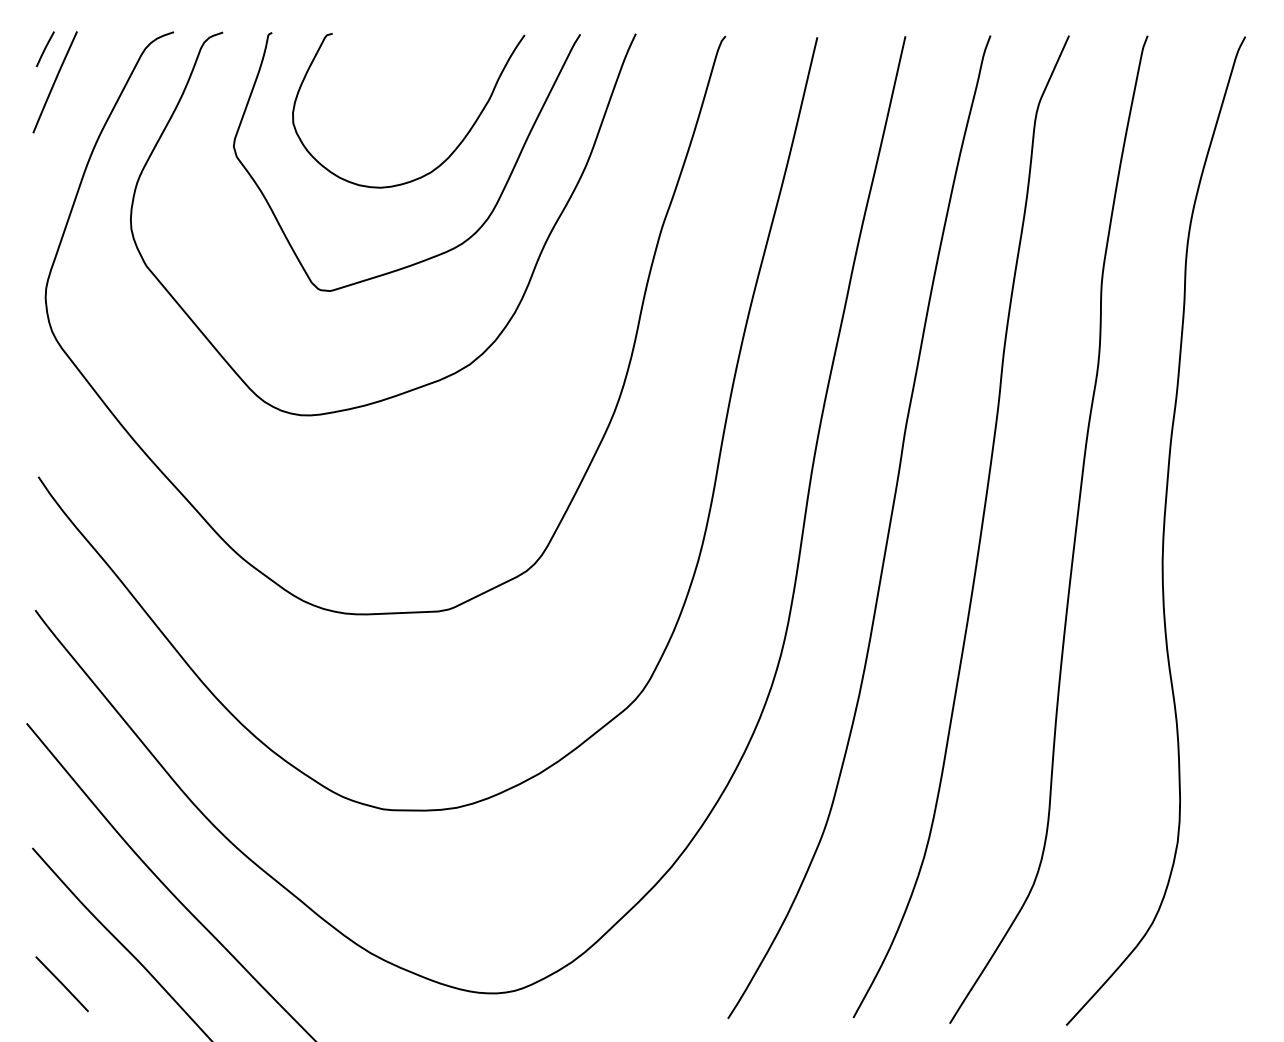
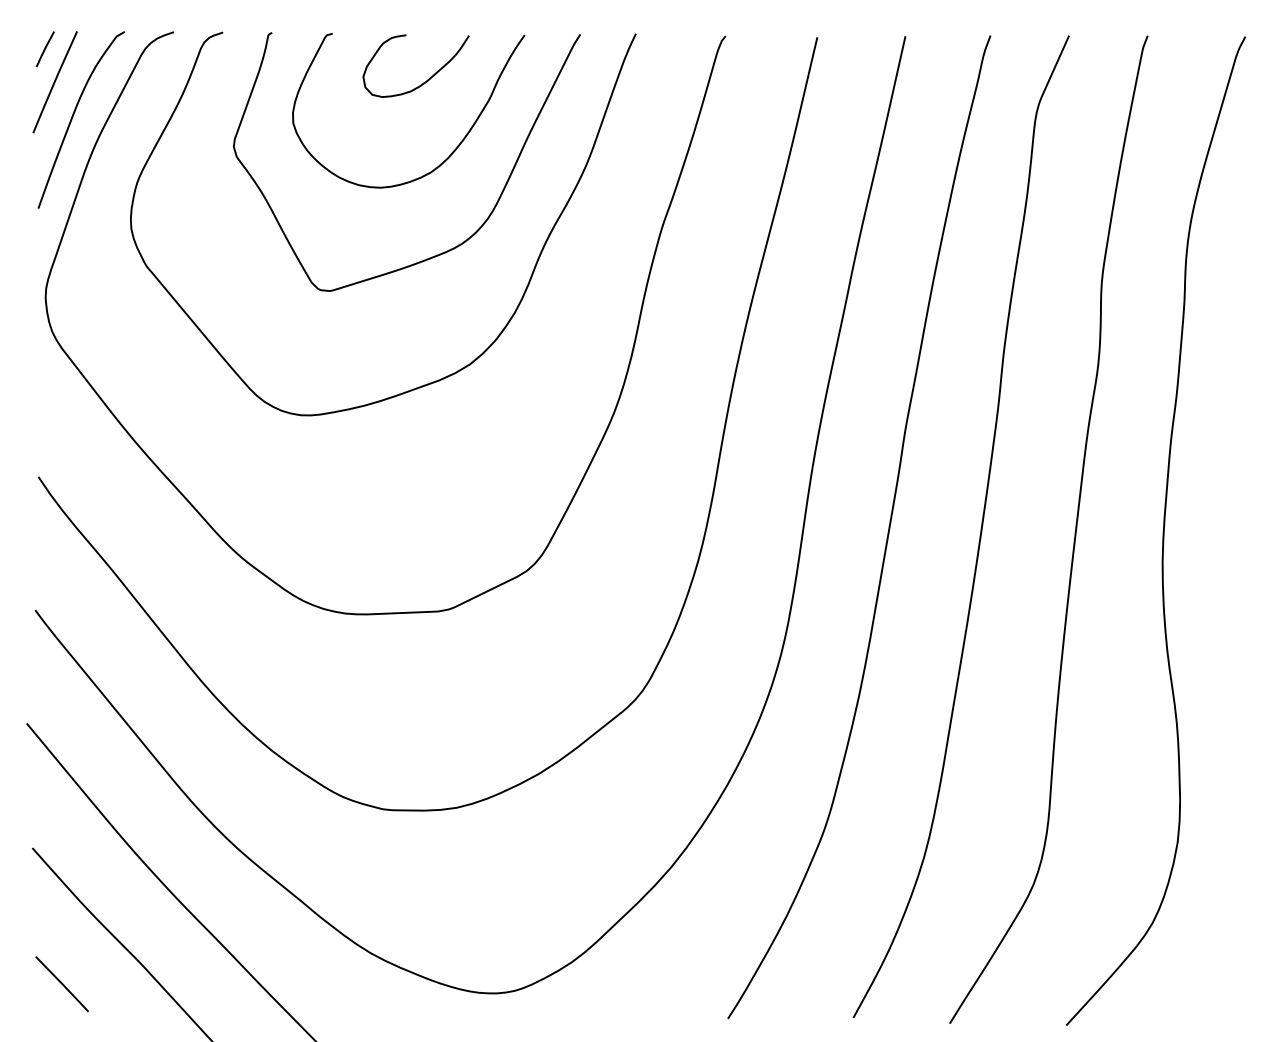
curve at (424, 81): none -> present
curve at (73, 117): none -> present
